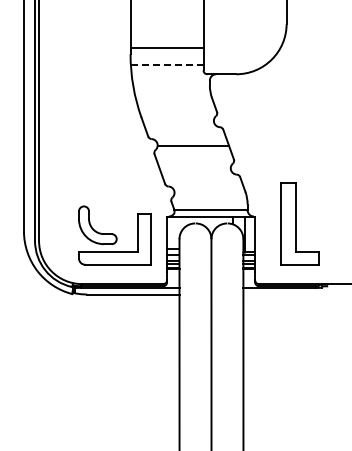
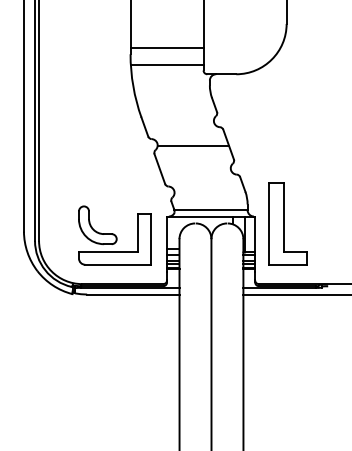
line at (166, 65): dashed -> solid
part at (299, 223) position: (299, 223) -> (287, 223)
line at (295, 294): none -> present
